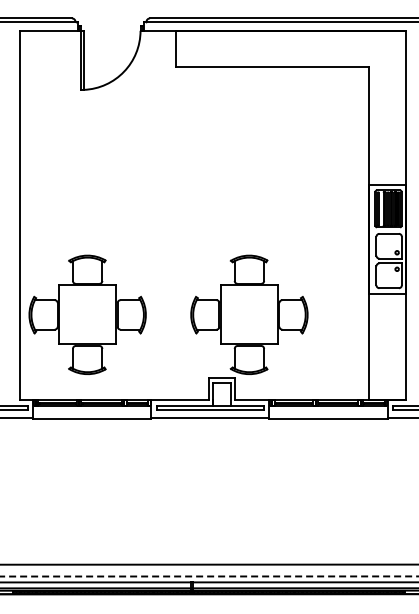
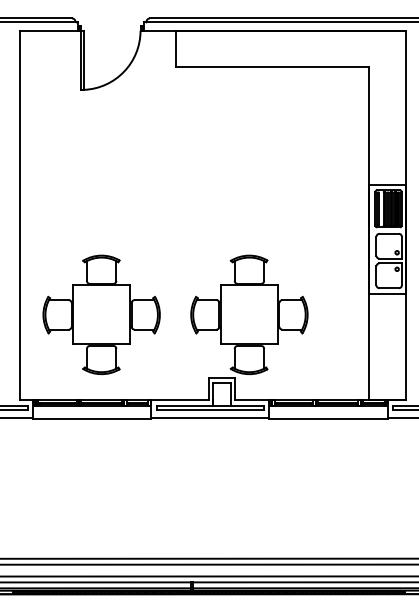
part at (87, 314) position: (87, 314) -> (101, 314)
line at (208, 558): none -> present
line at (209, 576): dashed -> solid
